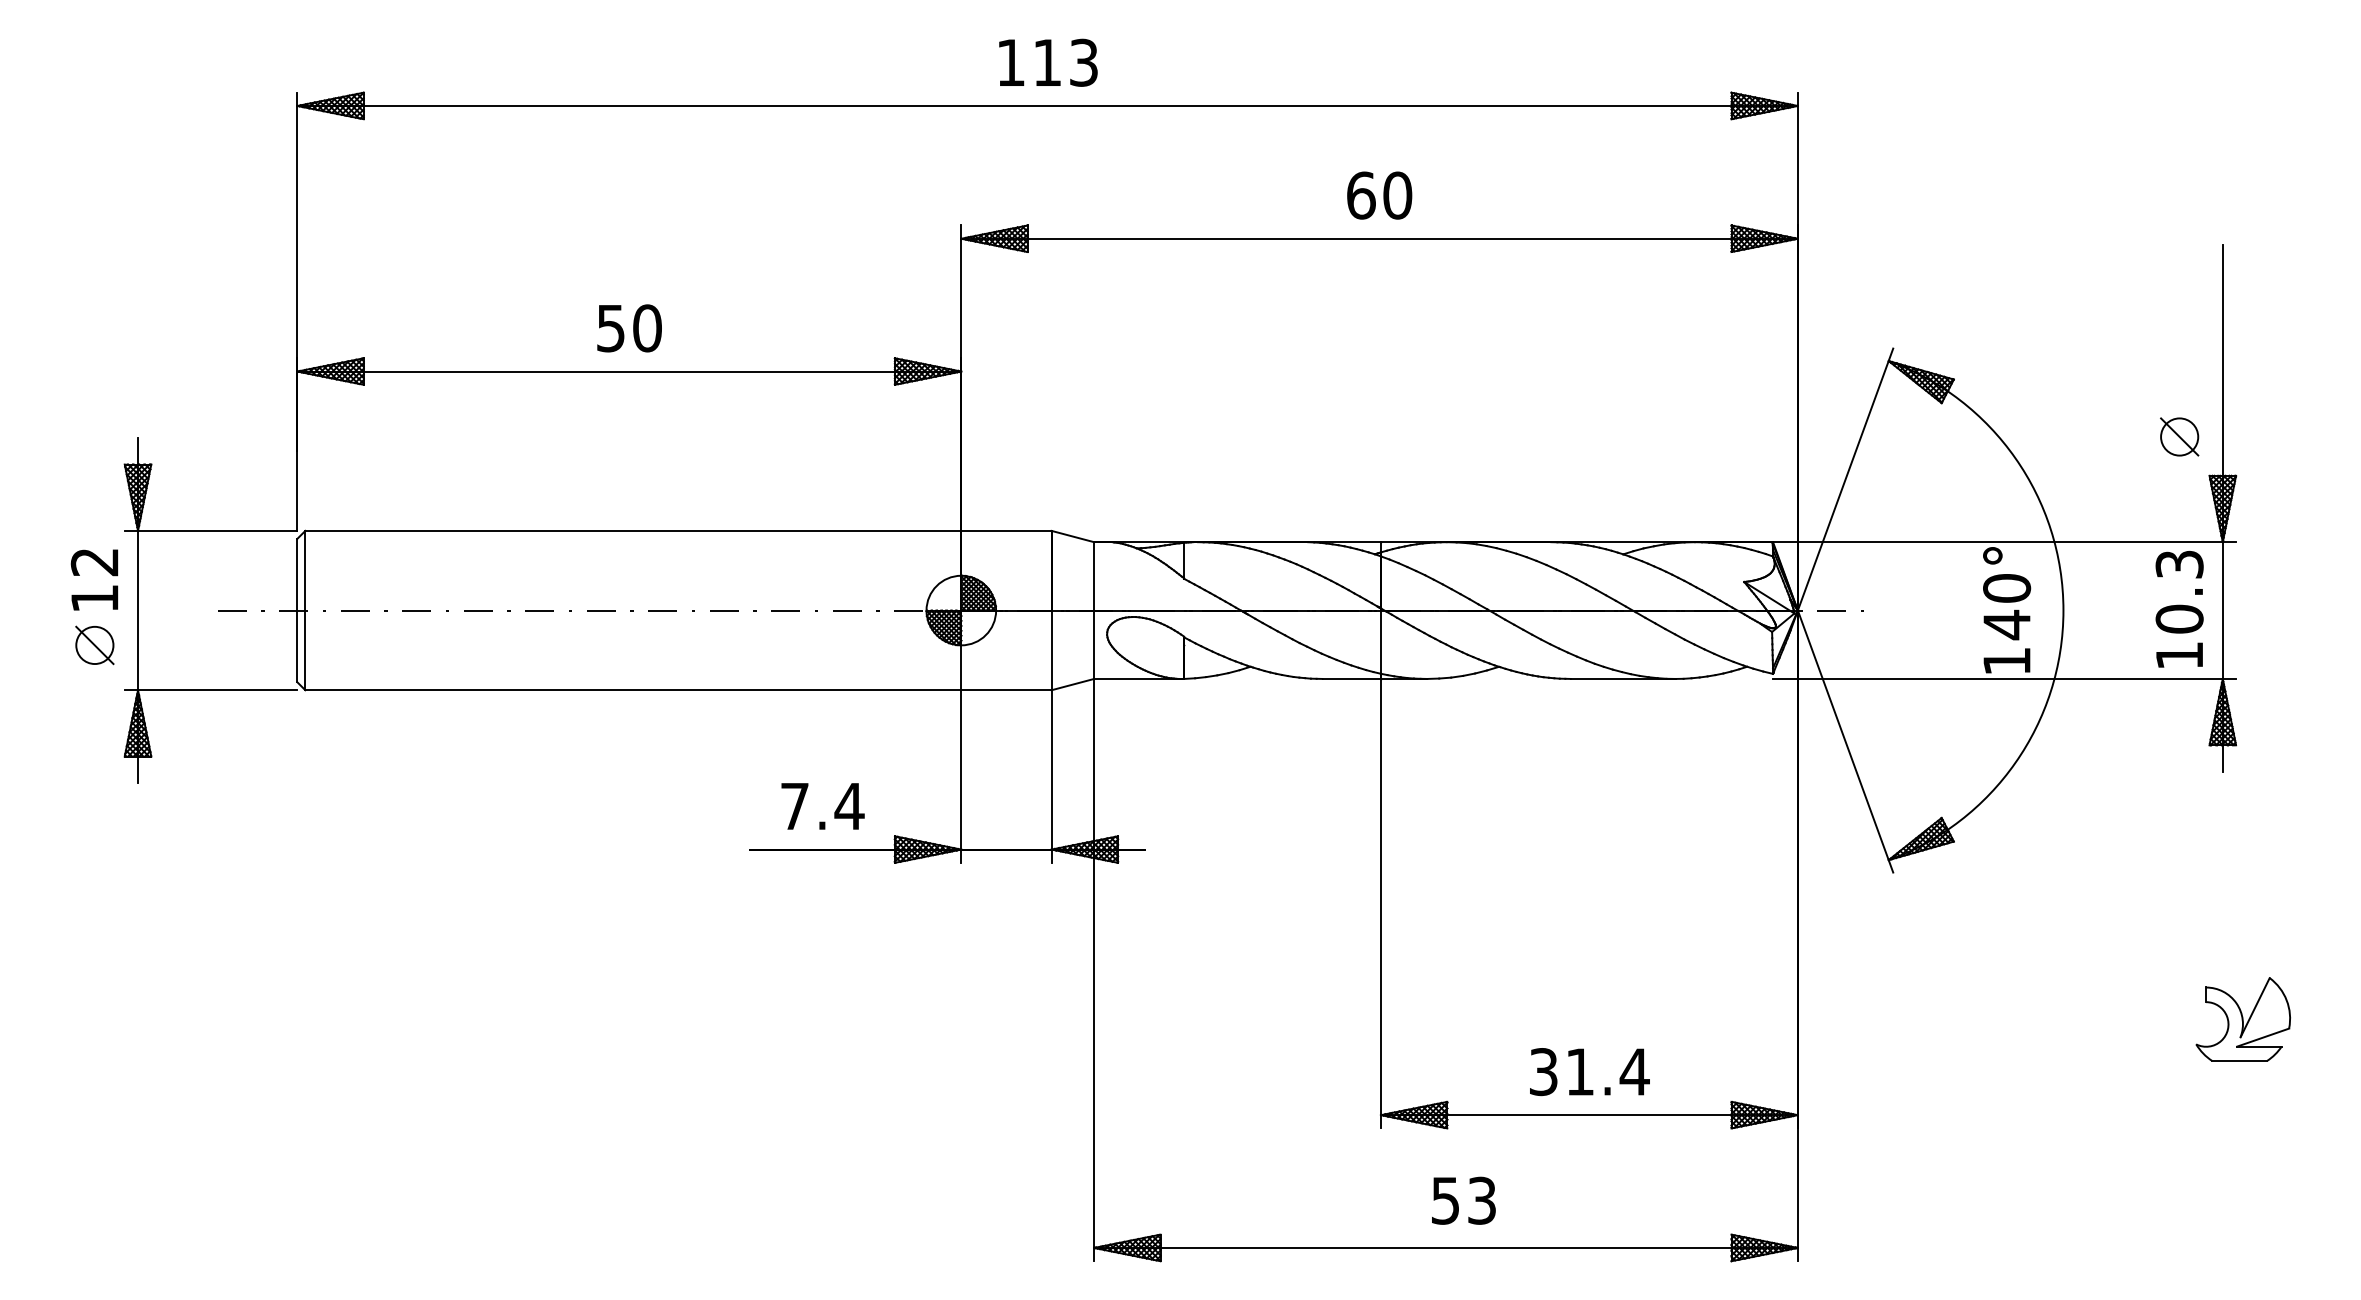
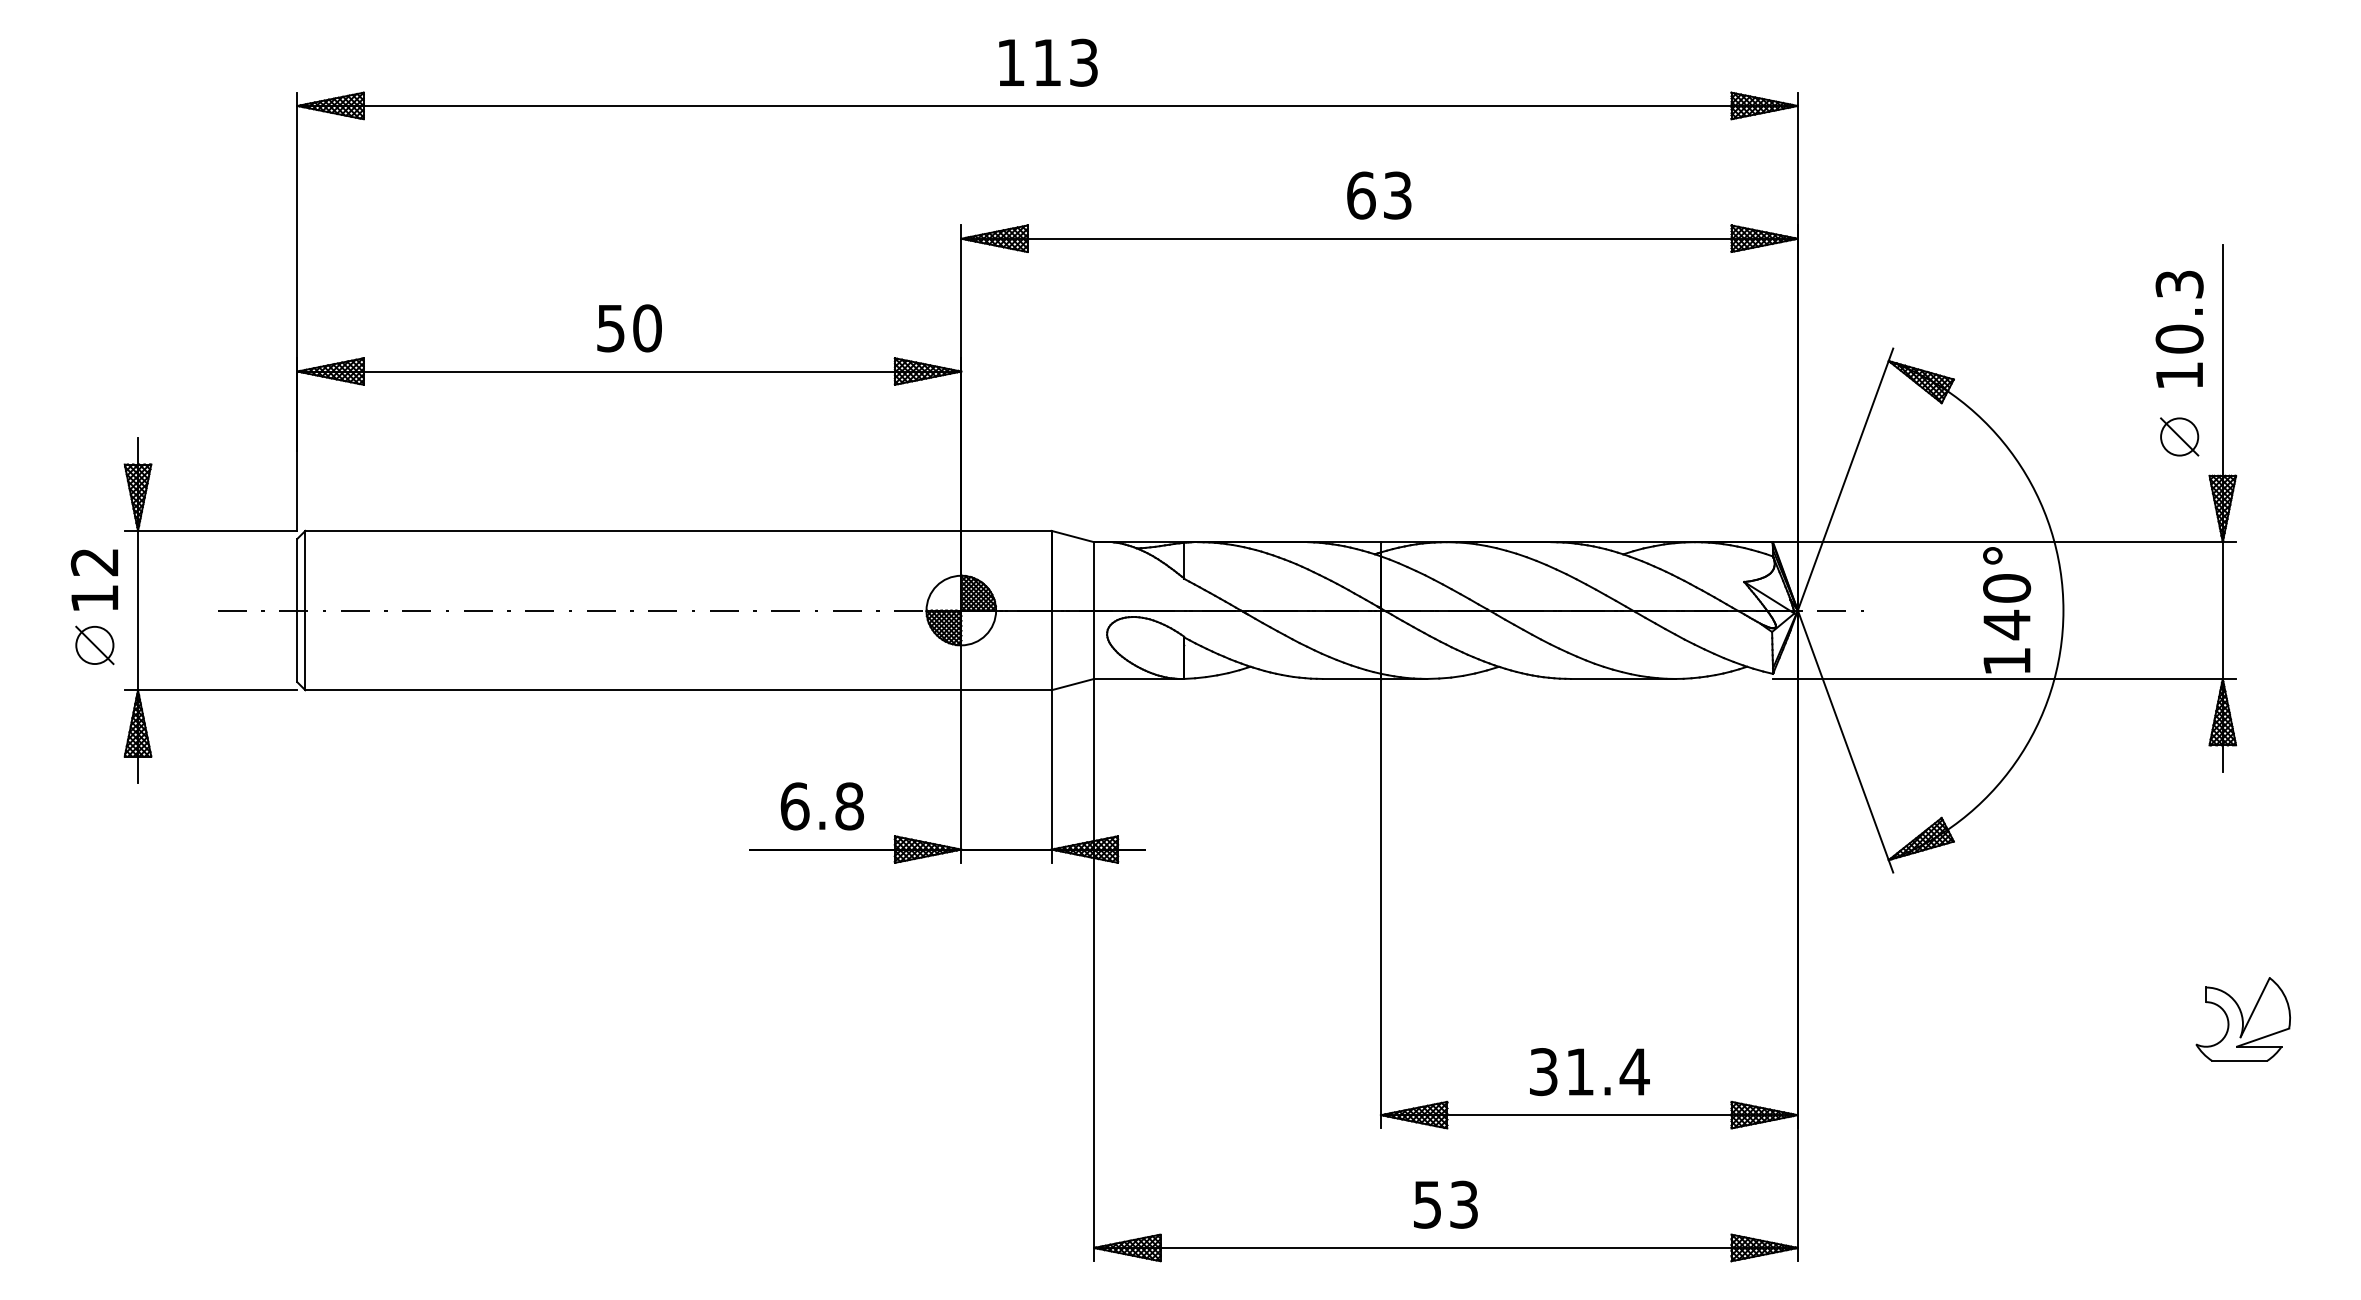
text at (1397, 195): 60 -> 63
text at (2179, 608) position: (2179, 608) -> (2179, 328)
text at (822, 806): 7.4 -> 6.8
text at (1463, 1200) position: (1463, 1200) -> (1445, 1204)
